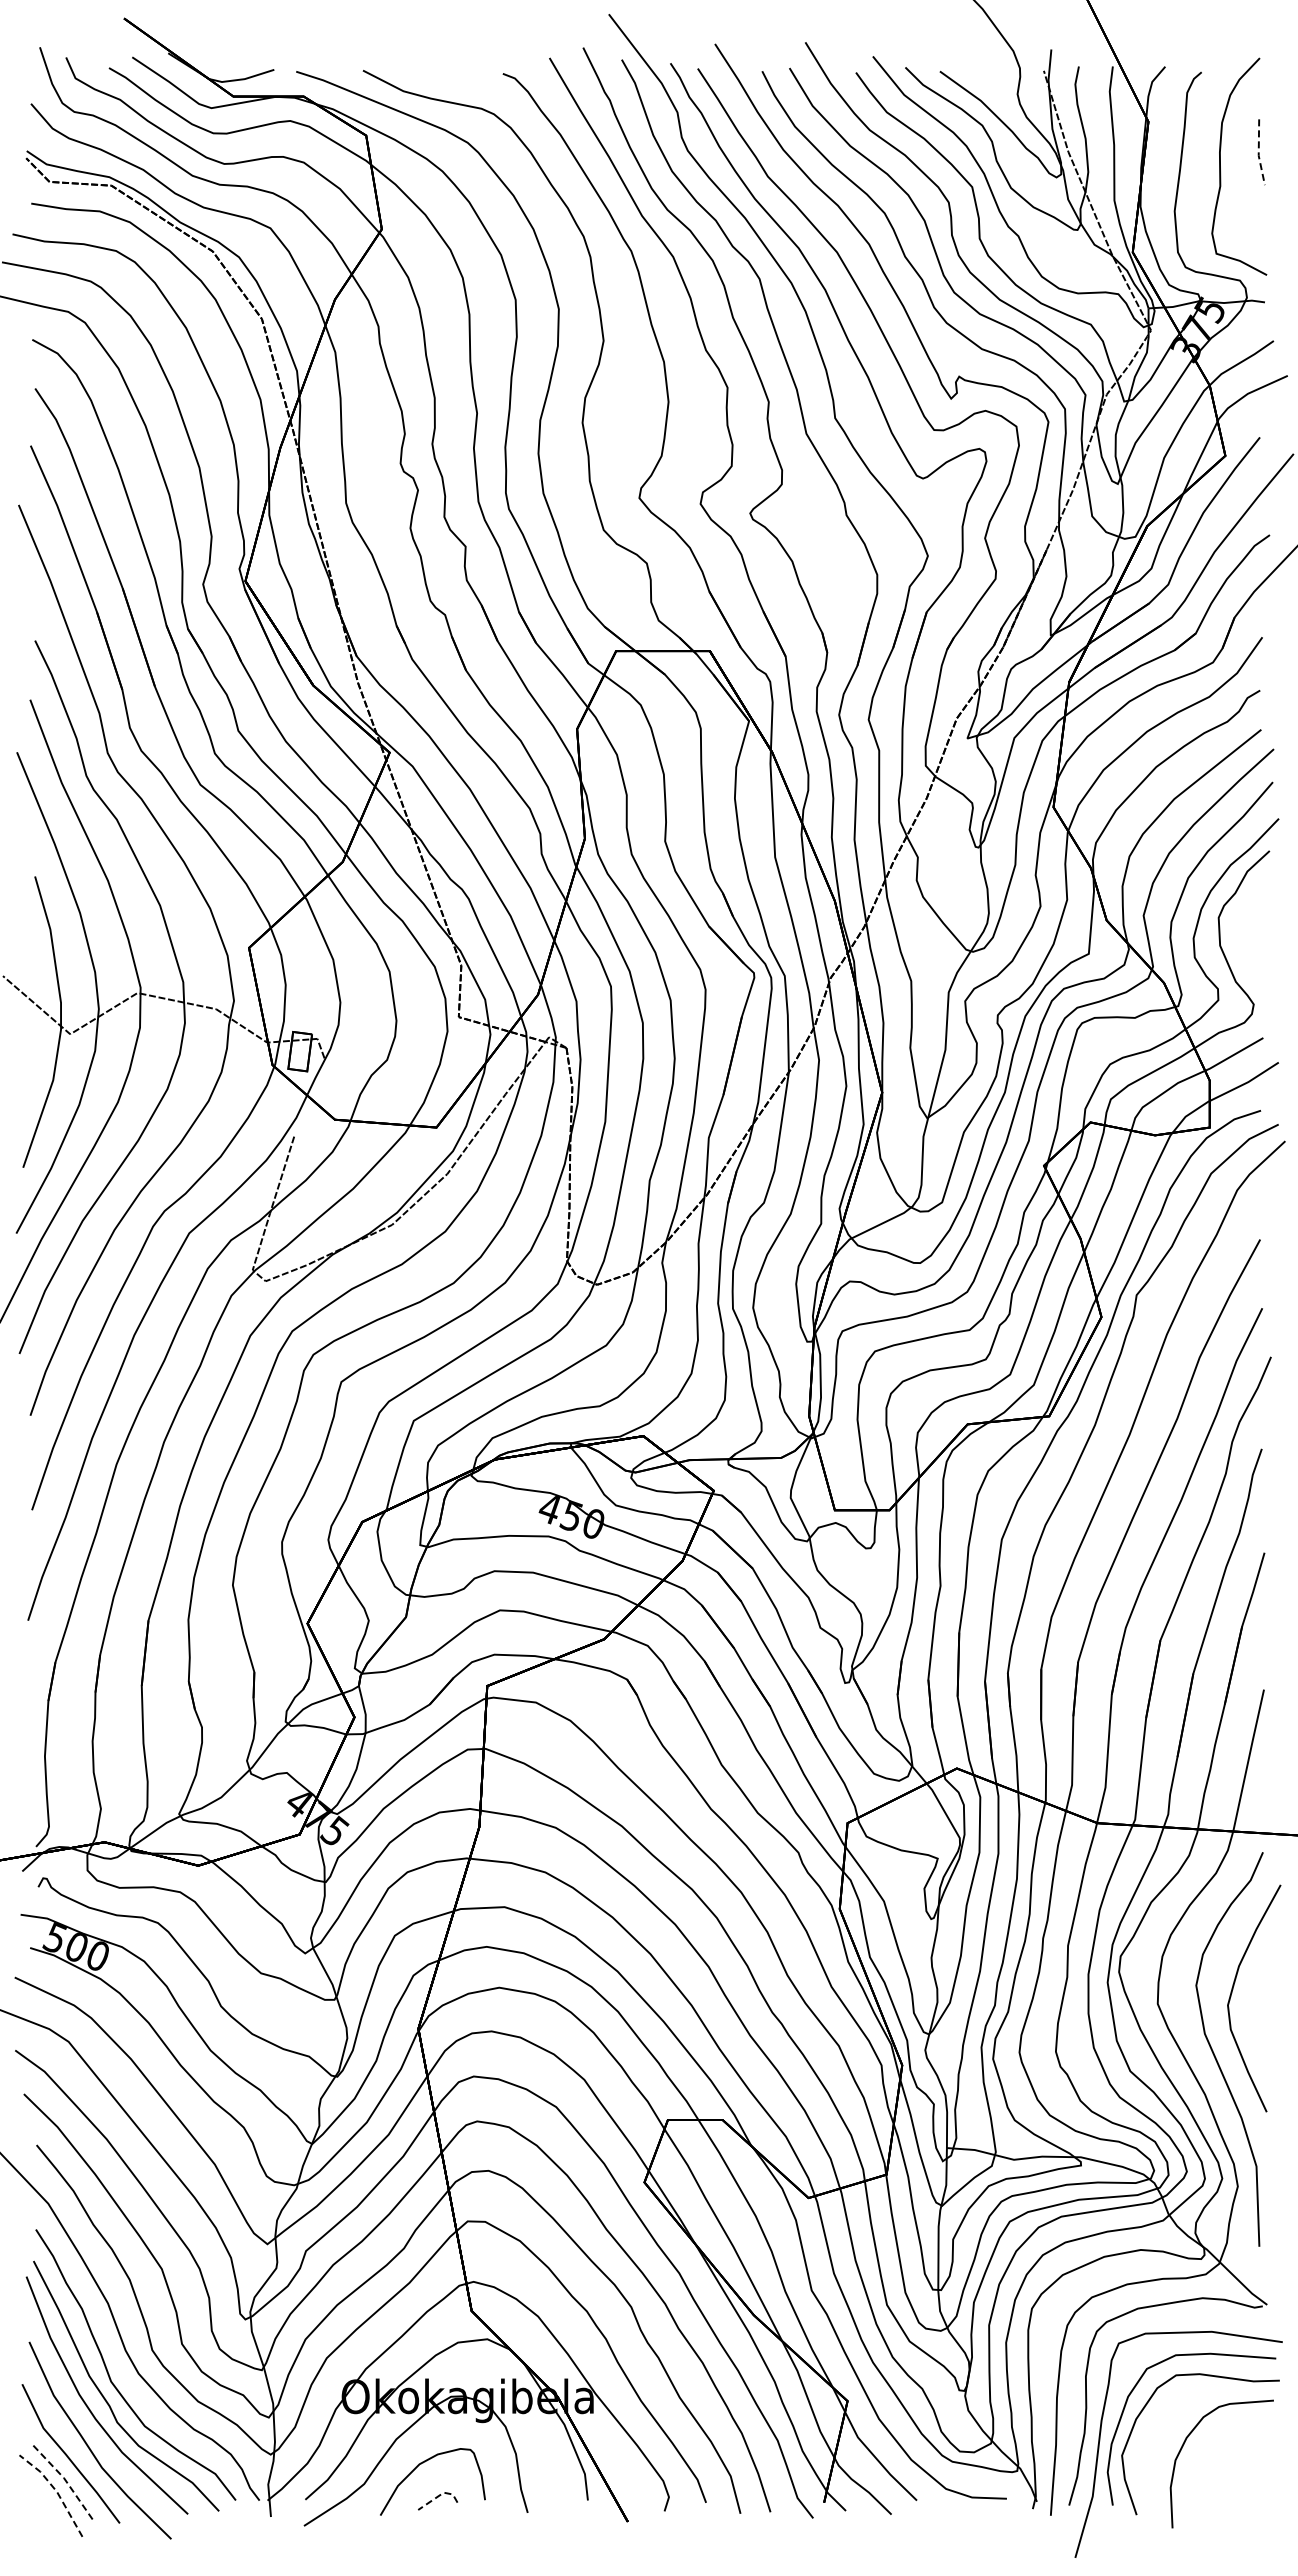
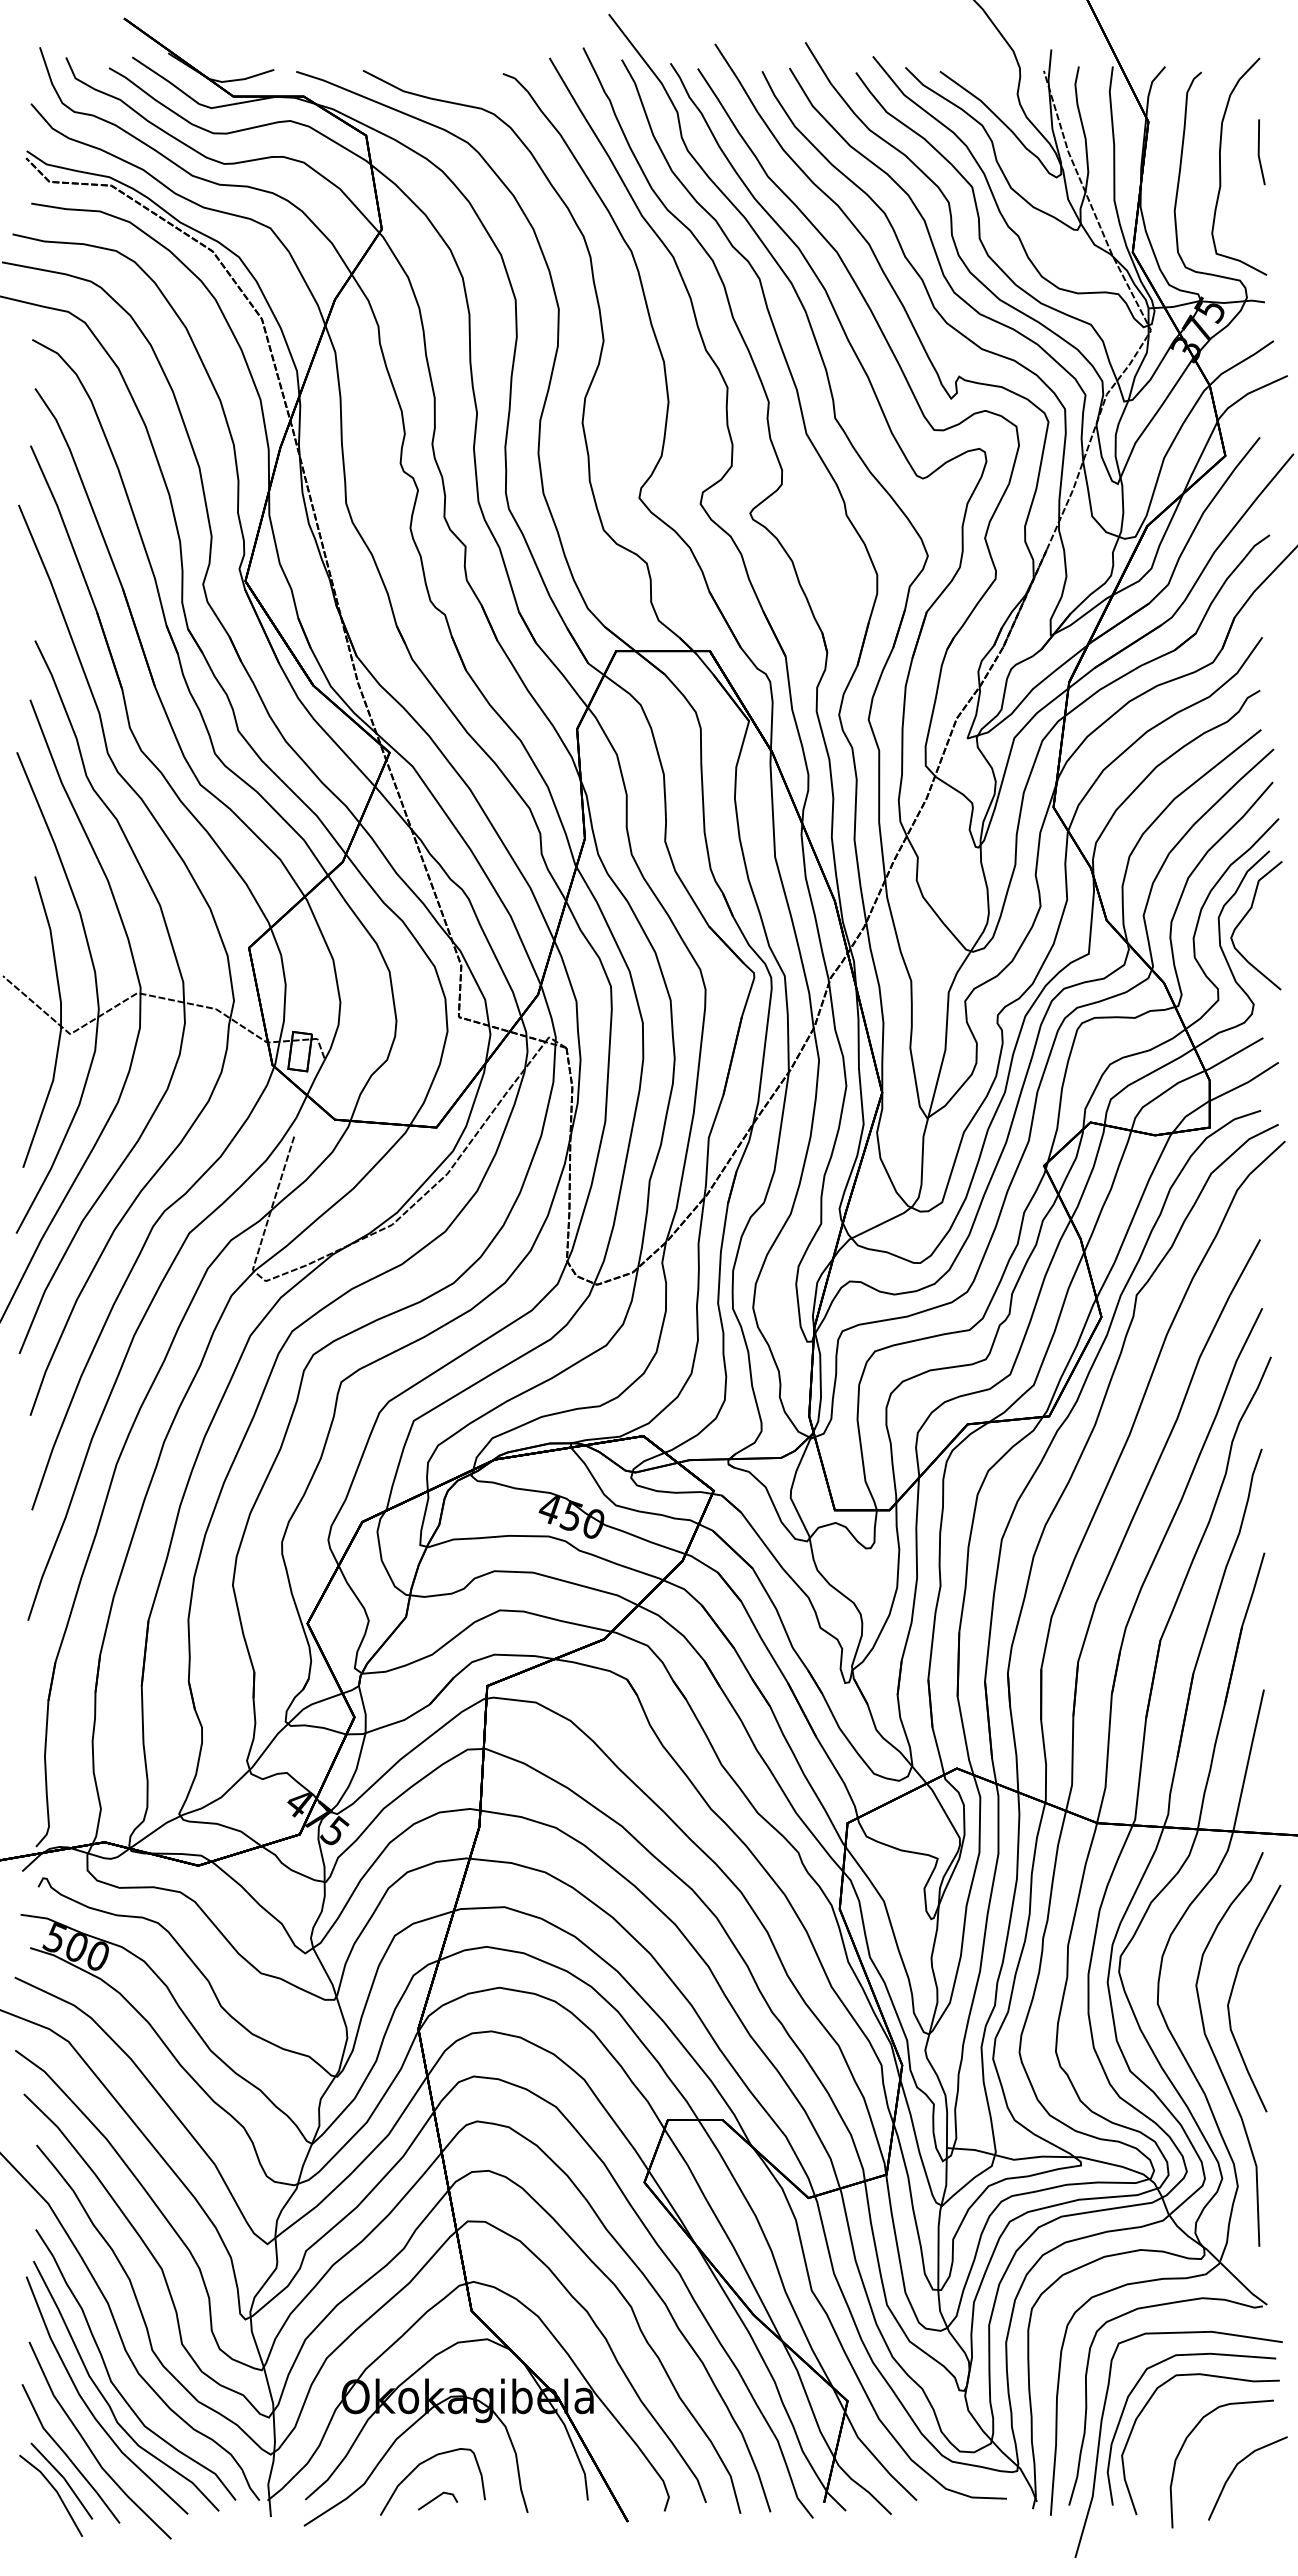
line at (1258, 153): dashed -> solid
curve at (1245, 917): none -> present
line at (1235, 2469): none -> present
line at (64, 2478): dashed -> solid
line at (56, 2491): dashed -> solid
line at (439, 2495): dashed -> solid
